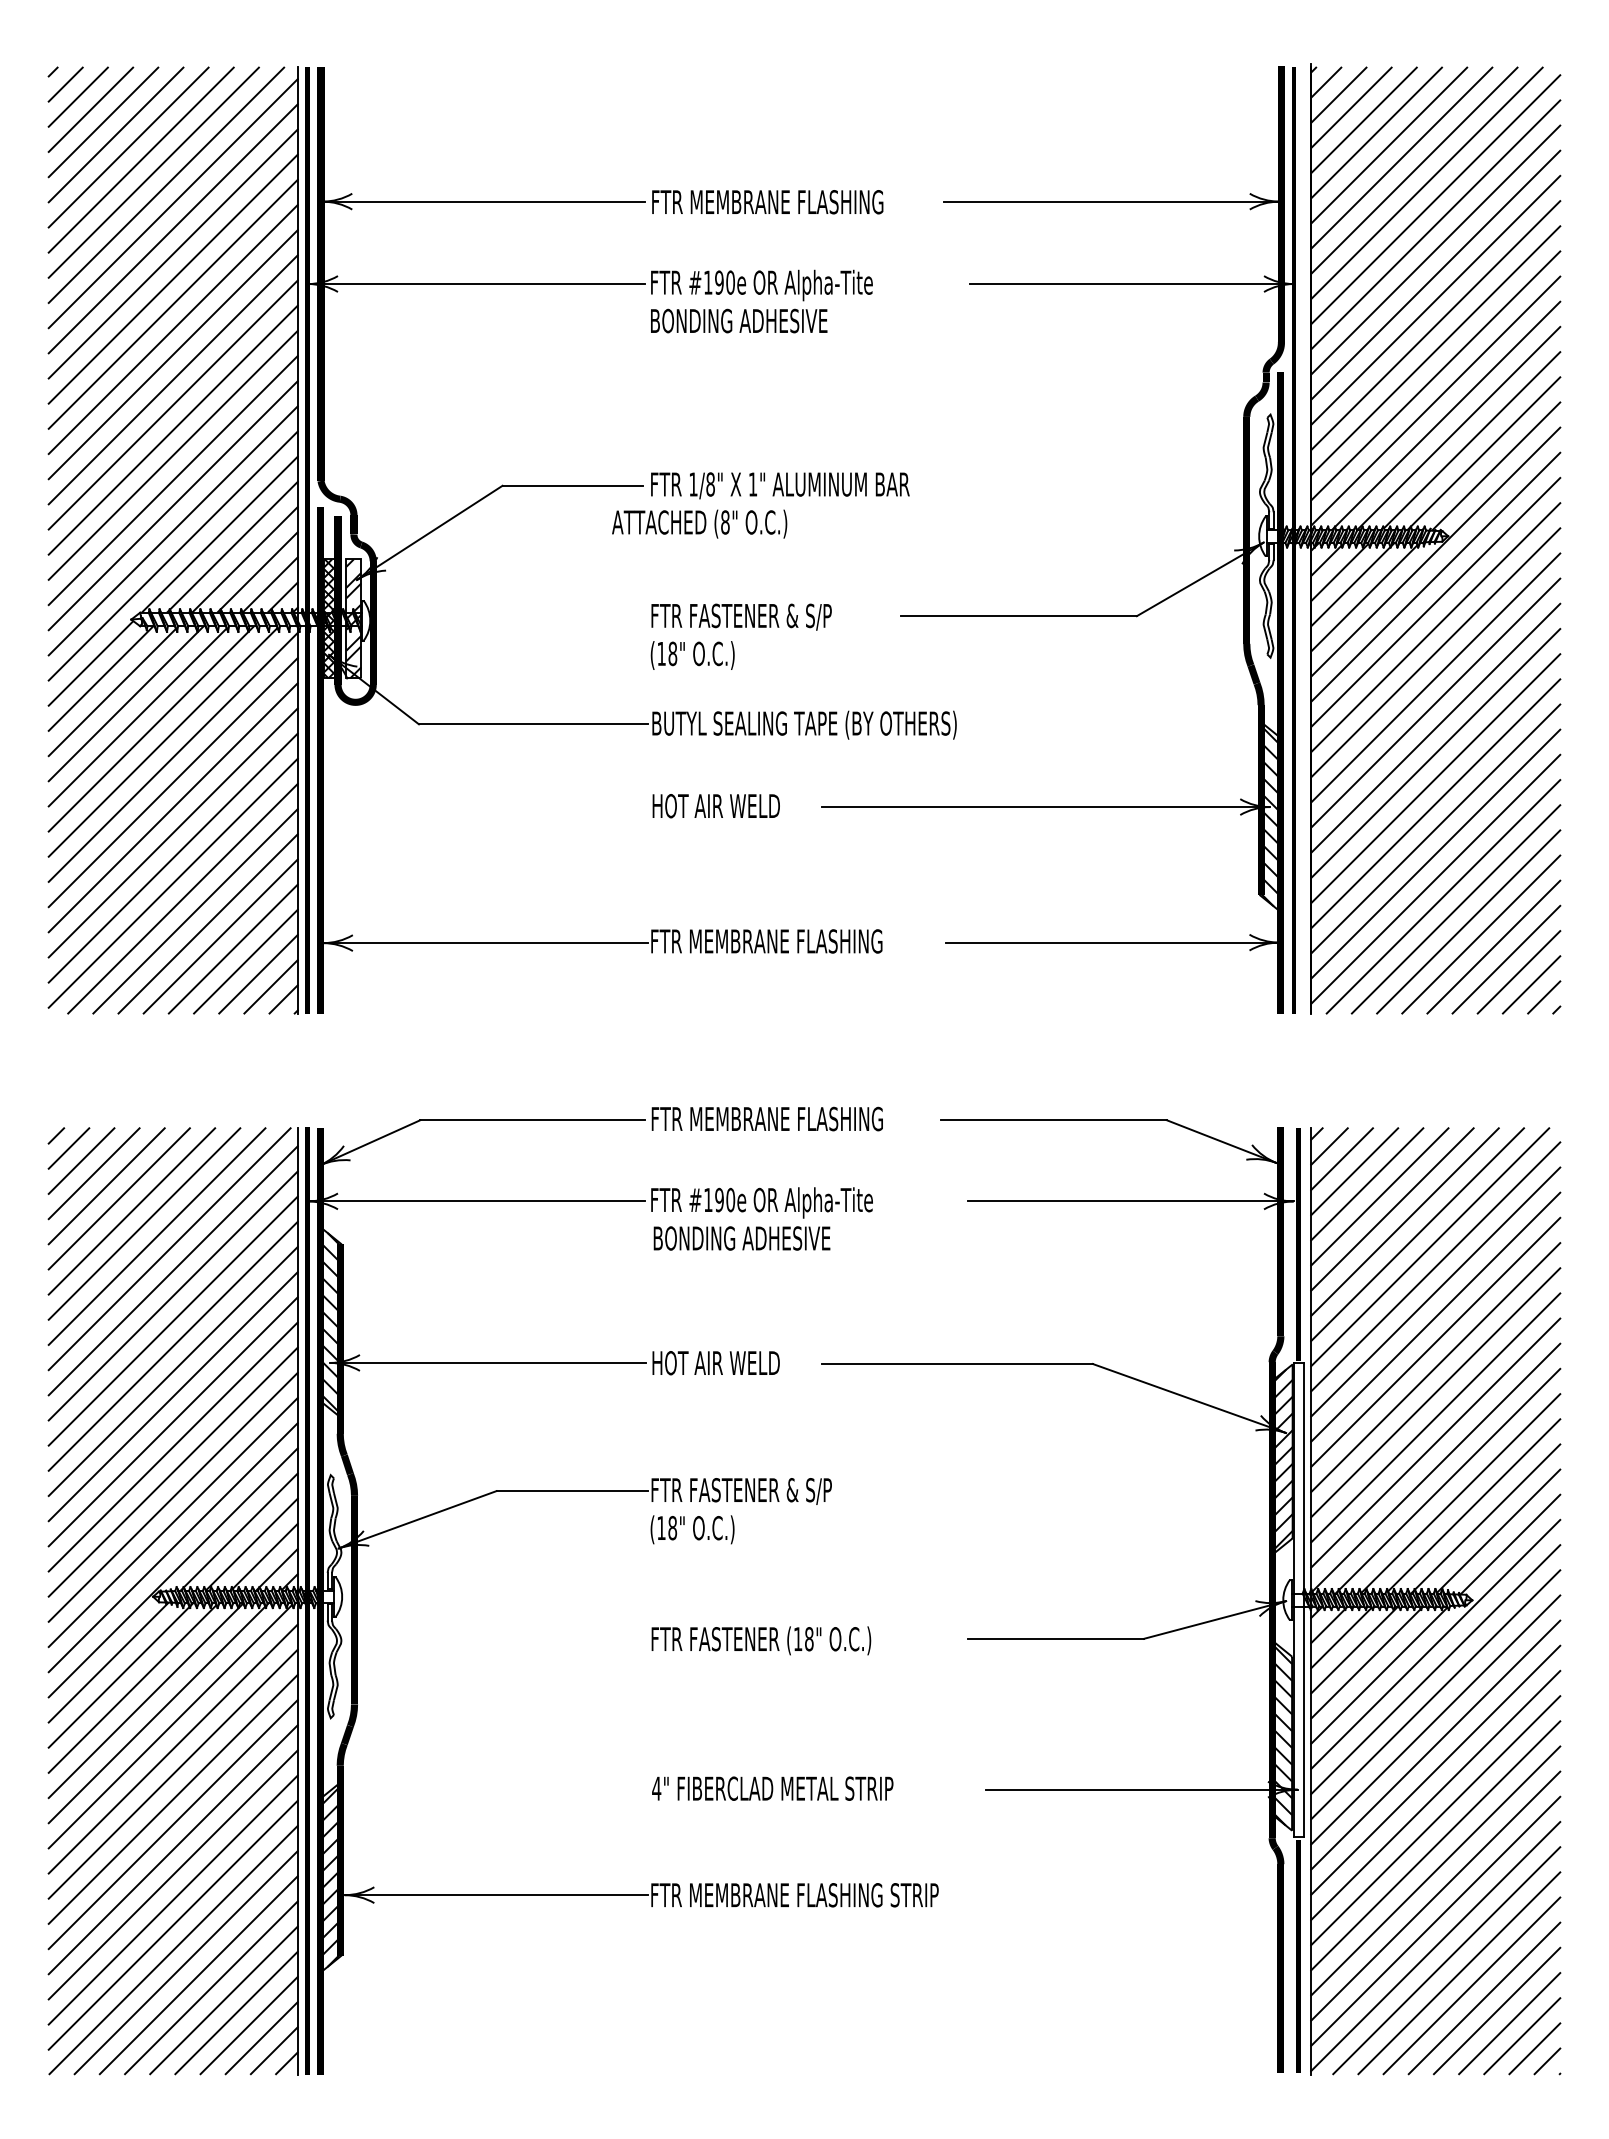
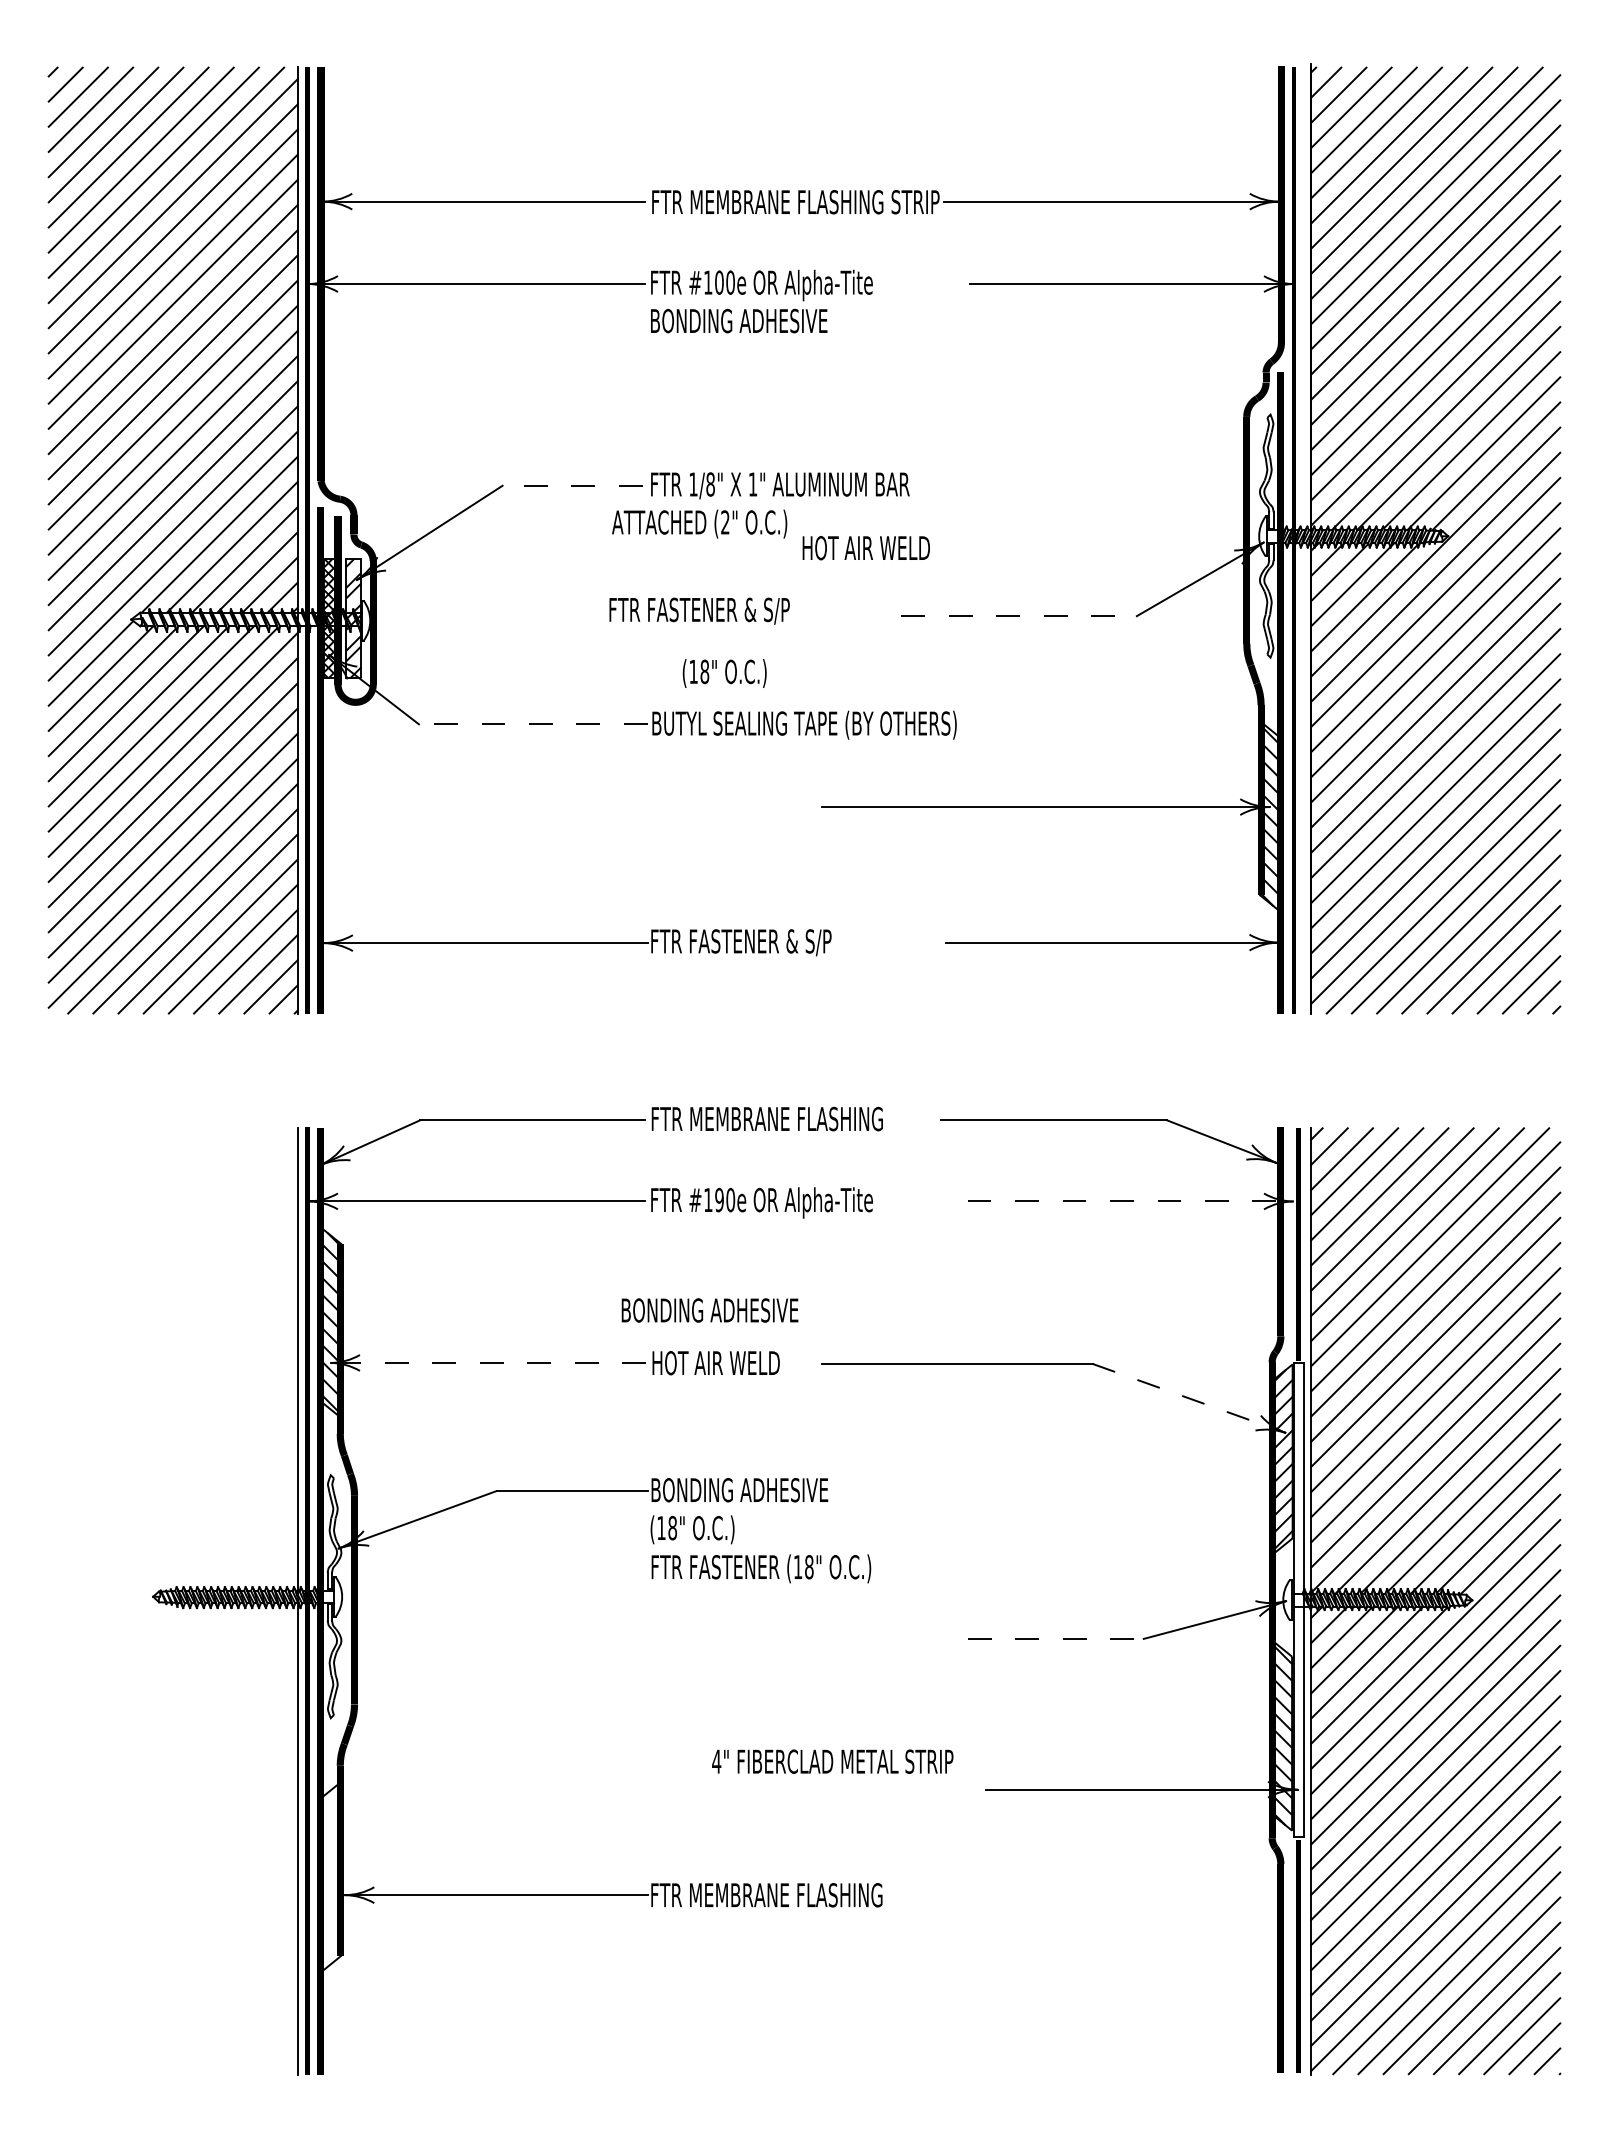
text at (915, 202): FTR MEMBRANE FLASHING -> FTR MEMBRANE FLASHING STRIP
text at (719, 282): #190e -> #100e
line at (572, 485): solid -> dashed
text at (725, 522): (8" -> (2"
text at (741, 616) position: (741, 616) -> (699, 610)
line at (1019, 616): solid -> dashed
text at (692, 655) position: (692, 655) -> (724, 673)
line at (532, 724): solid -> dashed
text at (715, 806) position: (715, 806) -> (865, 548)
text at (786, 942): FTR MEMBRANE FLASHING -> FTR FASTENER & S/P
line at (1131, 1201): solid -> dashed
text at (741, 1238) position: (741, 1238) -> (709, 1310)
line at (488, 1362): solid -> dashed
line at (1189, 1398): solid -> dashed
text at (742, 1491): FTR FASTENER & S/P -> BONDING ADHESIVE
hatch at (173, 1600): present -> none
line at (1055, 1638): solid -> dashed
text at (761, 1640) position: (761, 1640) -> (761, 1568)
text at (772, 1788) position: (772, 1788) -> (832, 1761)
hatch at (331, 1875): present -> none
text at (914, 1895): FTR MEMBRANE FLASHING STRIP -> FTR MEMBRANE FLASHING
